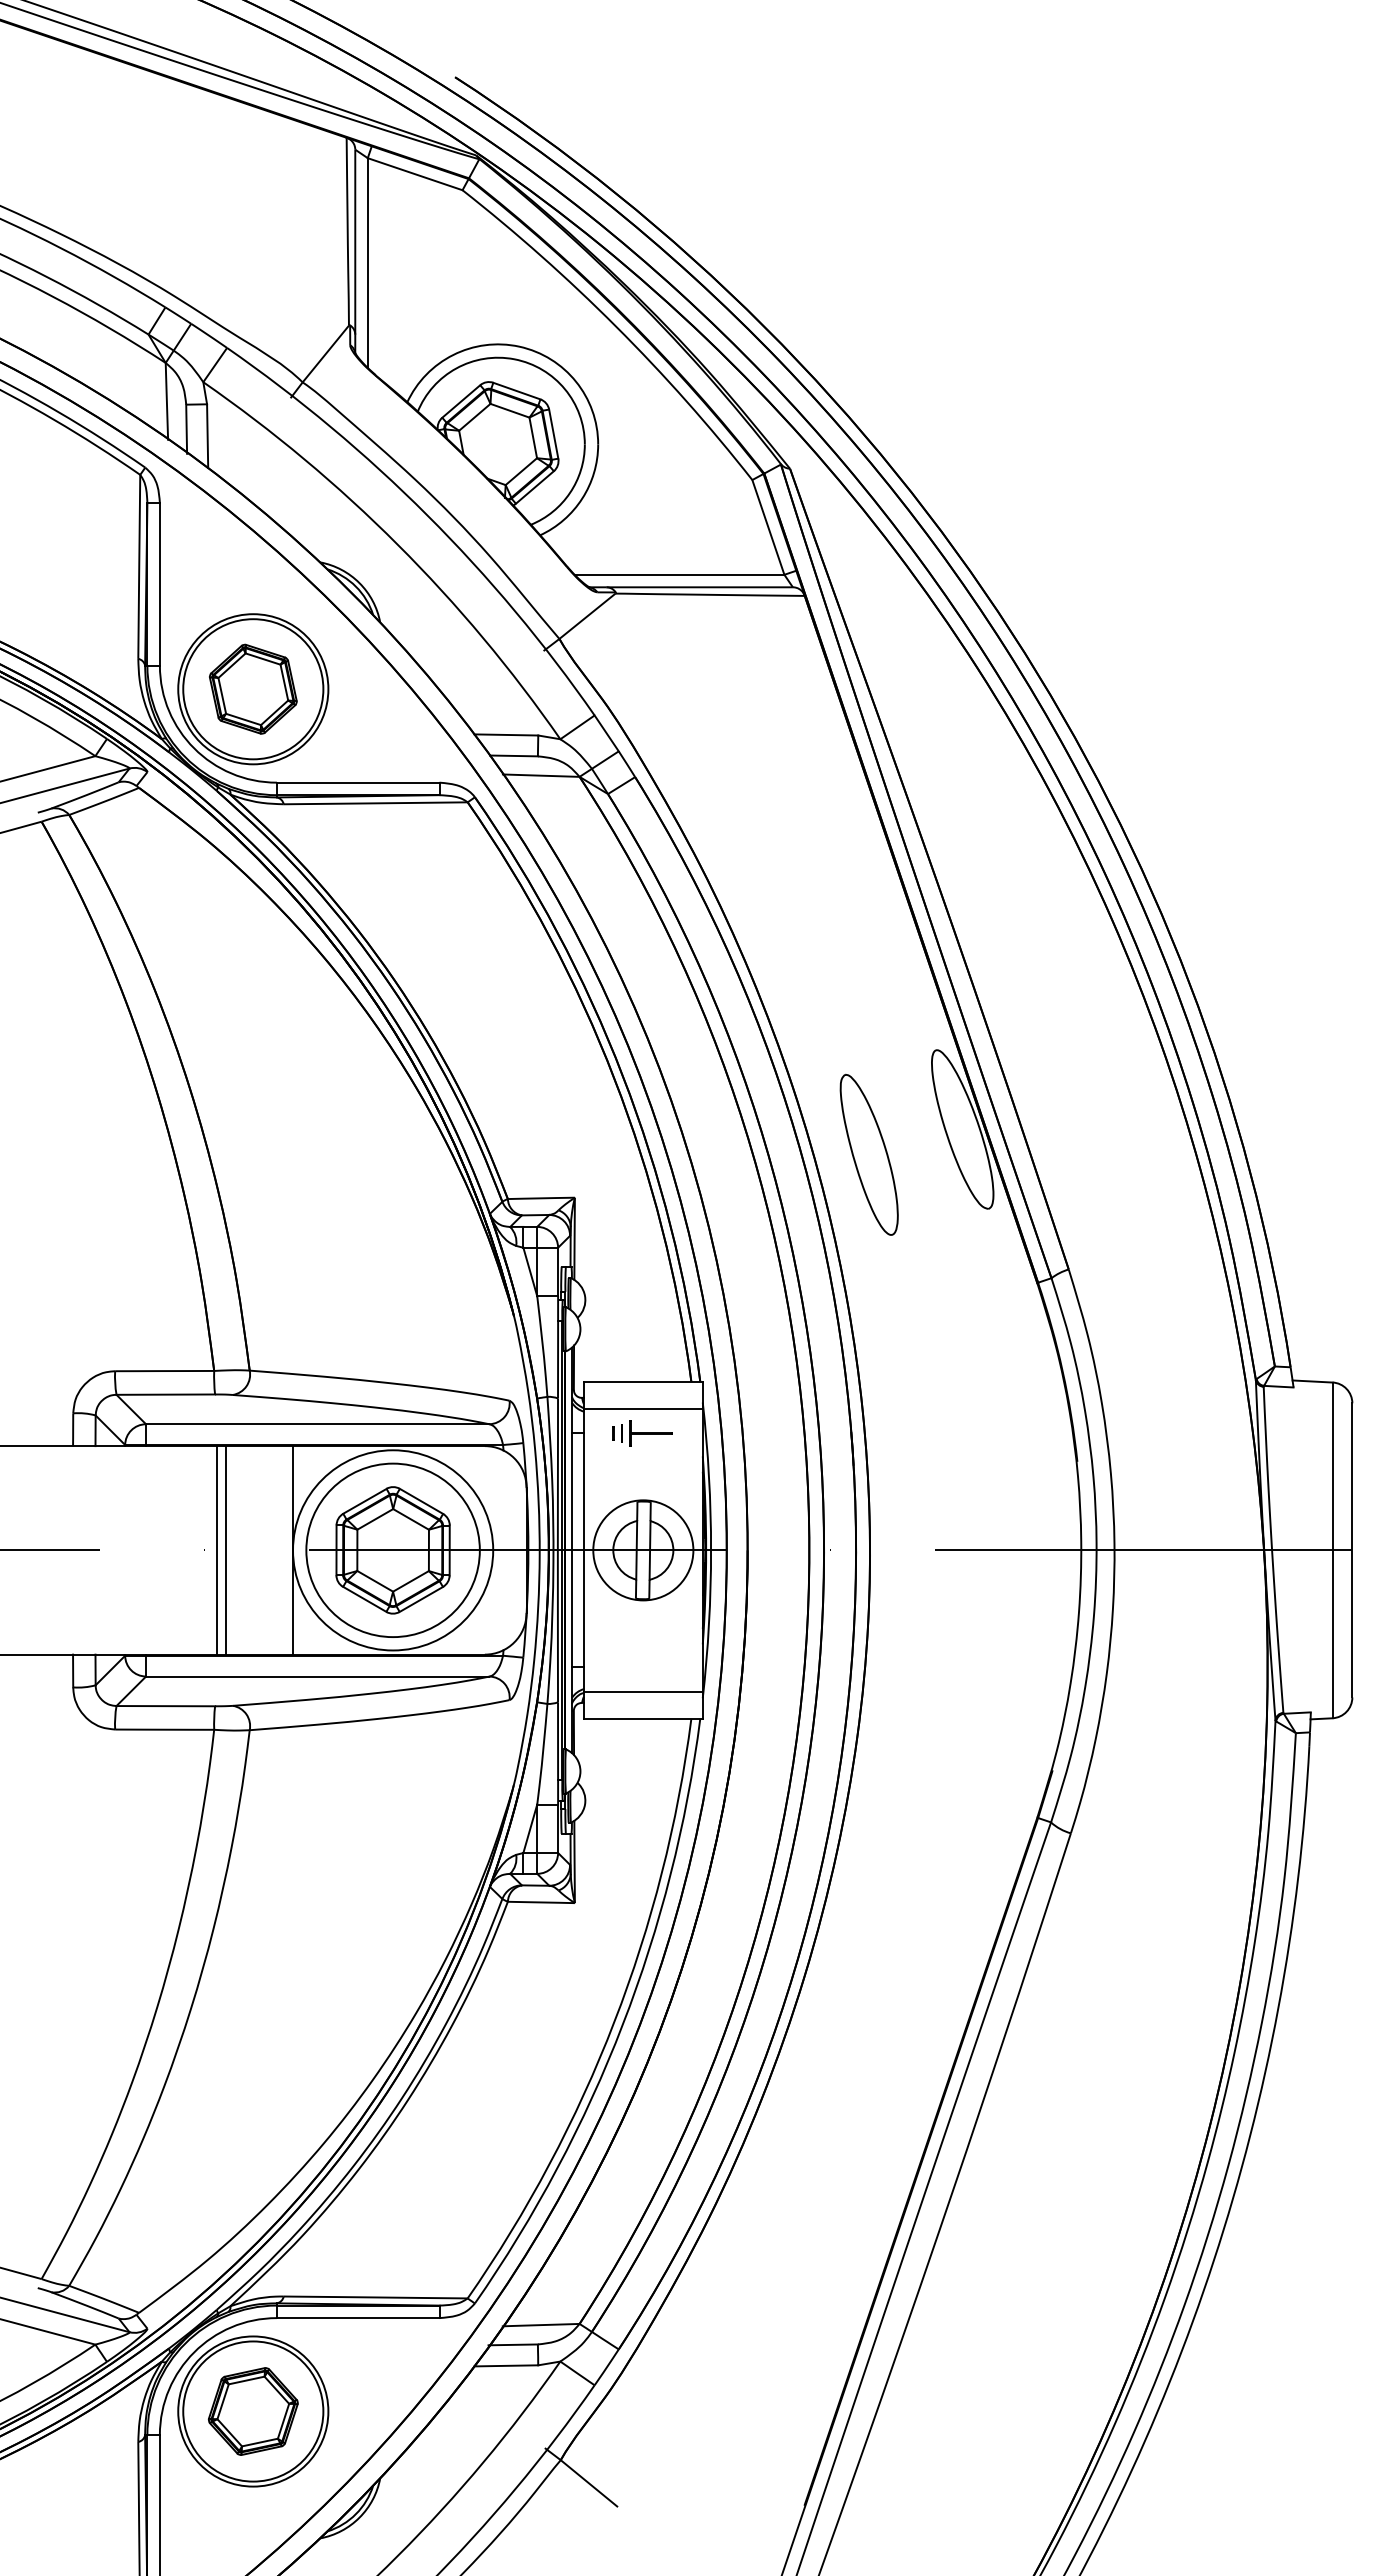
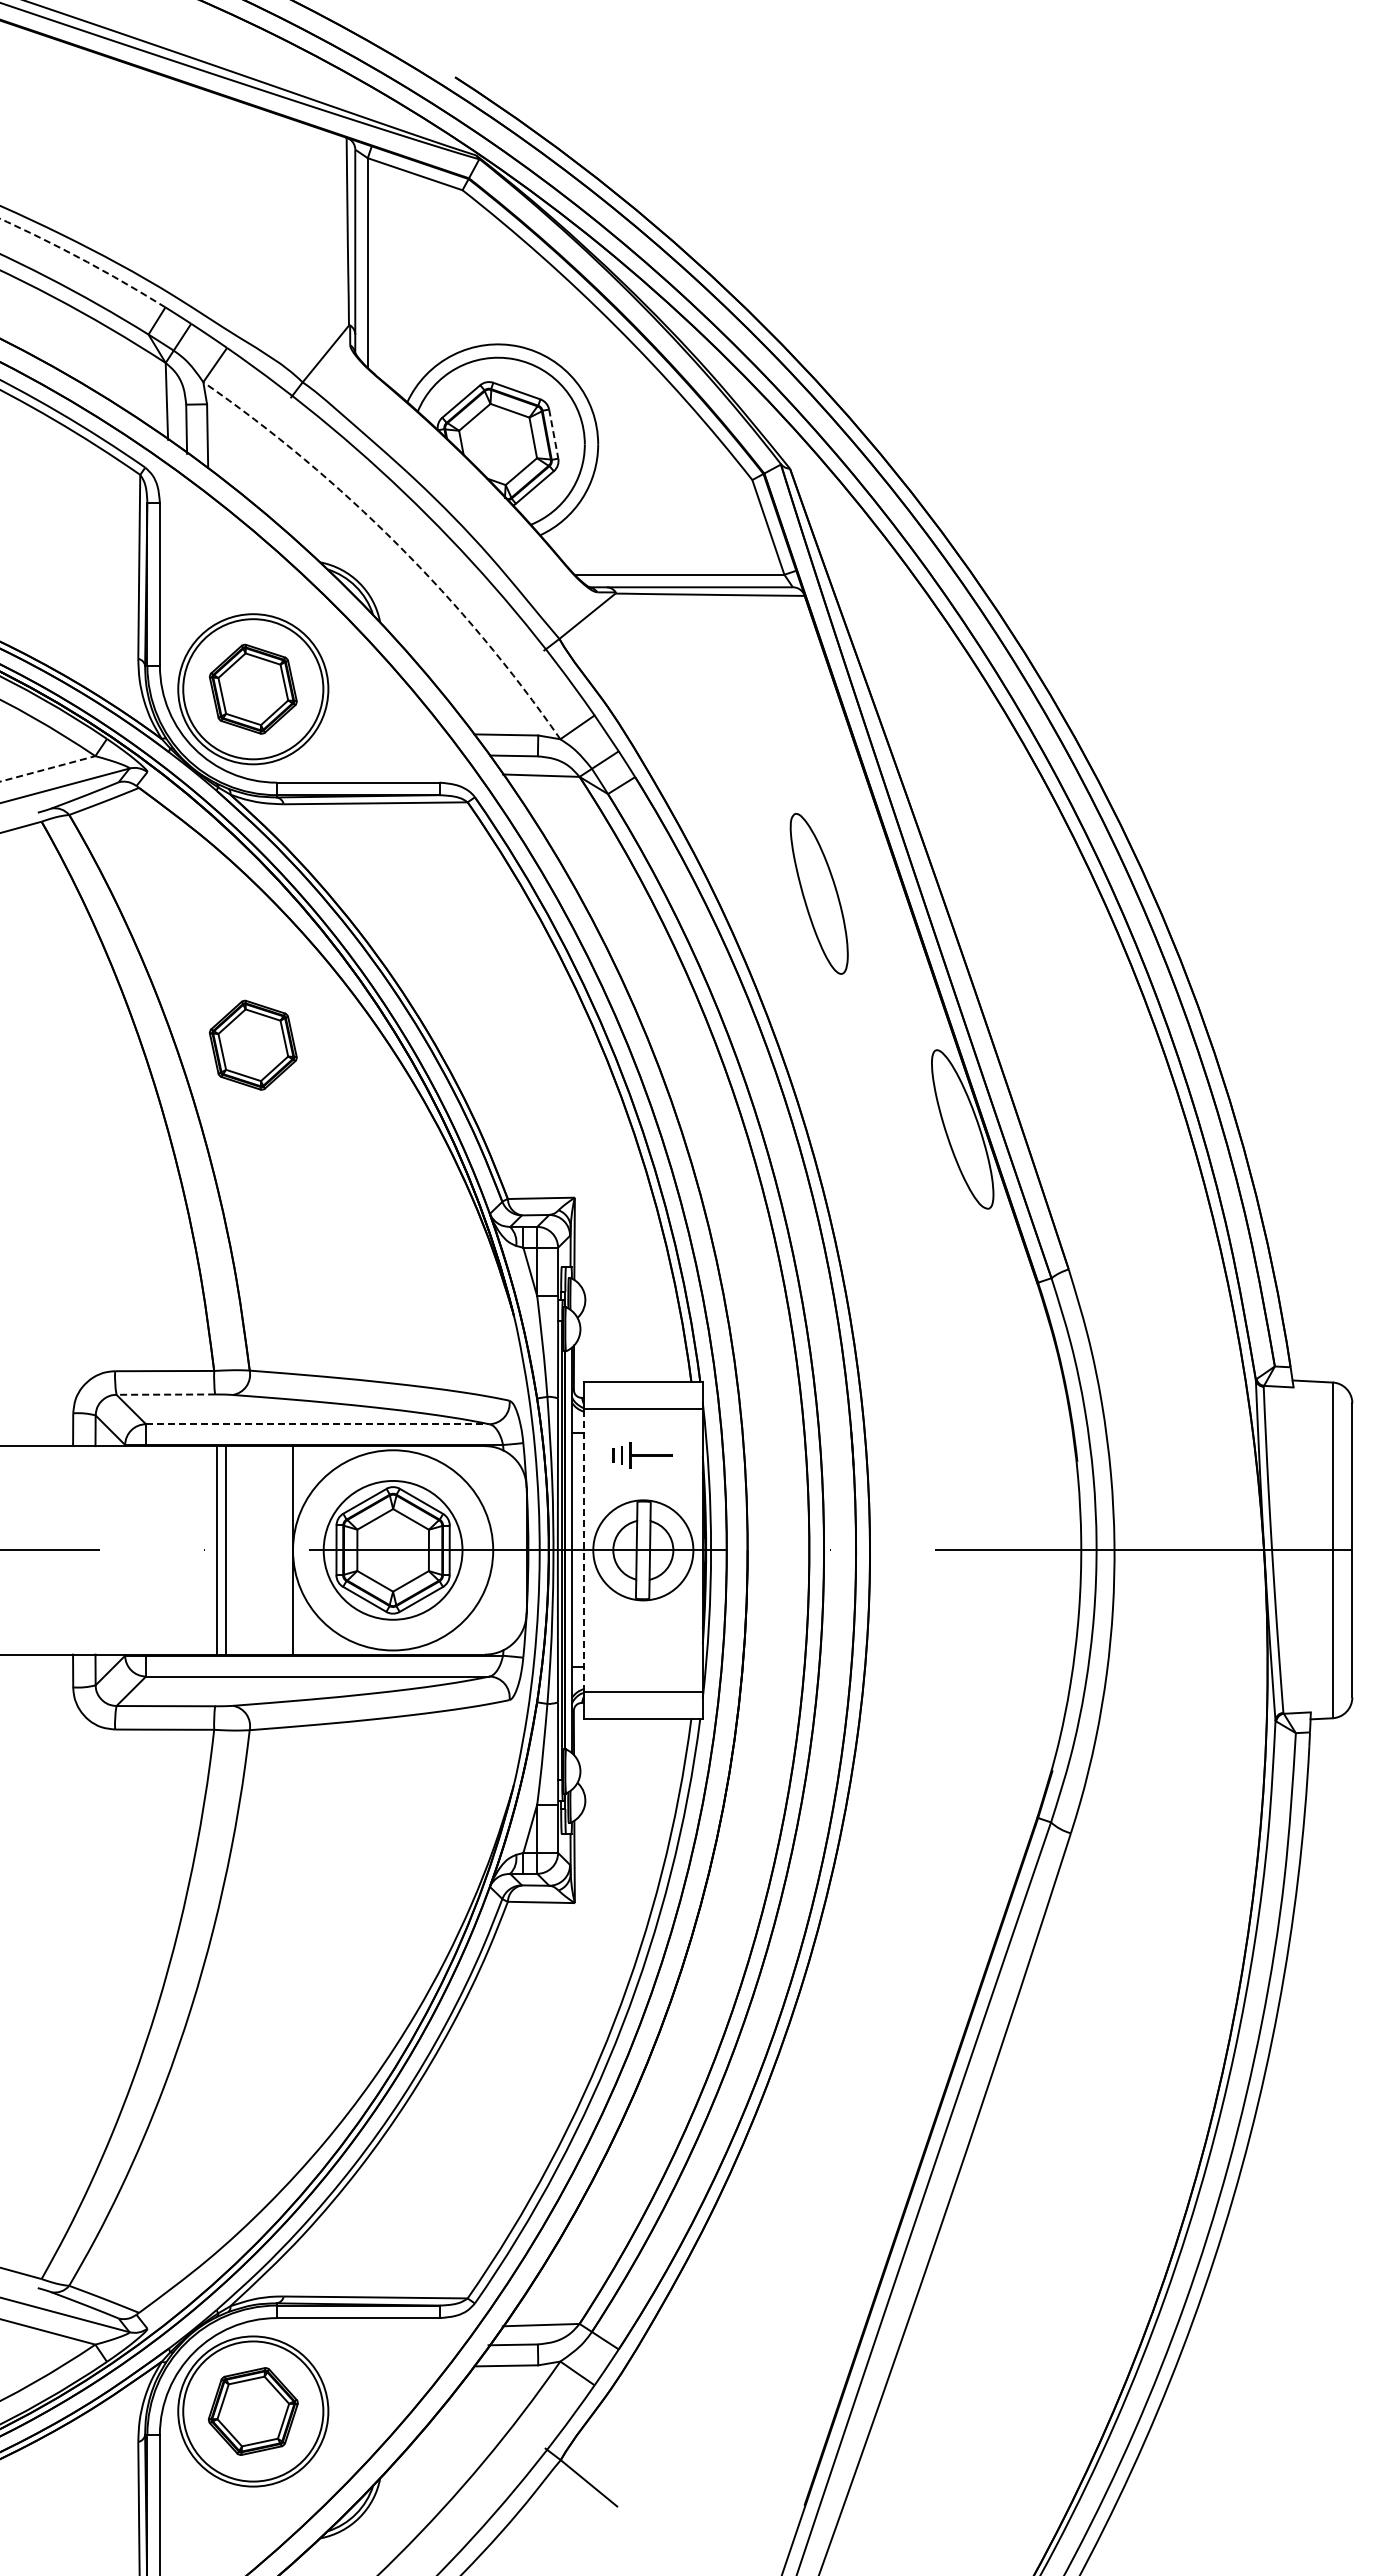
arc at (84, 260): solid -> dashed
line at (553, 434): solid -> dashed
arc at (397, 544): solid -> dashed
line at (48, 768): solid -> dashed
part at (253, 1044): none -> present
part at (868, 1154) position: (868, 1154) -> (818, 893)
line at (165, 1394): solid -> dashed
line at (317, 1424): solid -> dashed
part at (642, 1433) position: (642, 1433) -> (642, 1455)
circle at (392, 1550) diameter: 173 px -> 139 px
line at (583, 1550): solid -> dashed
